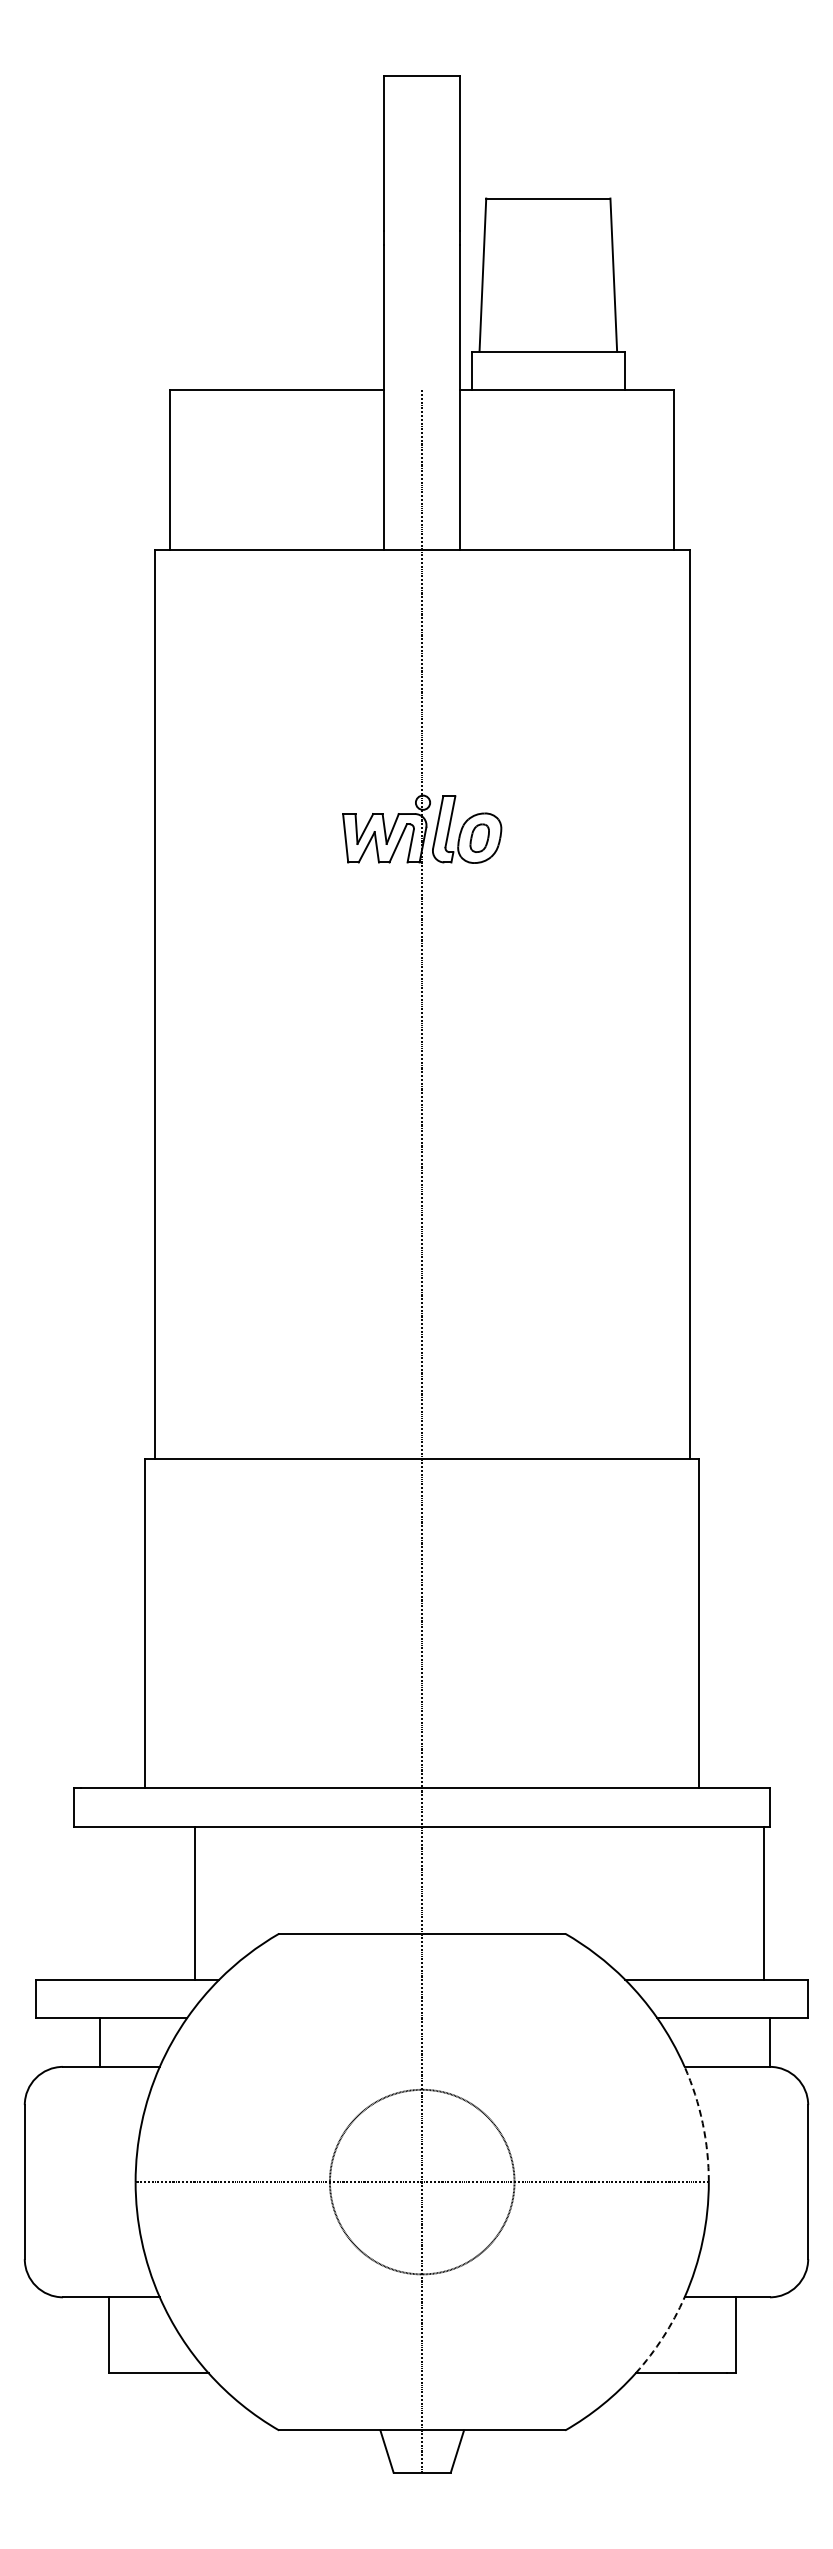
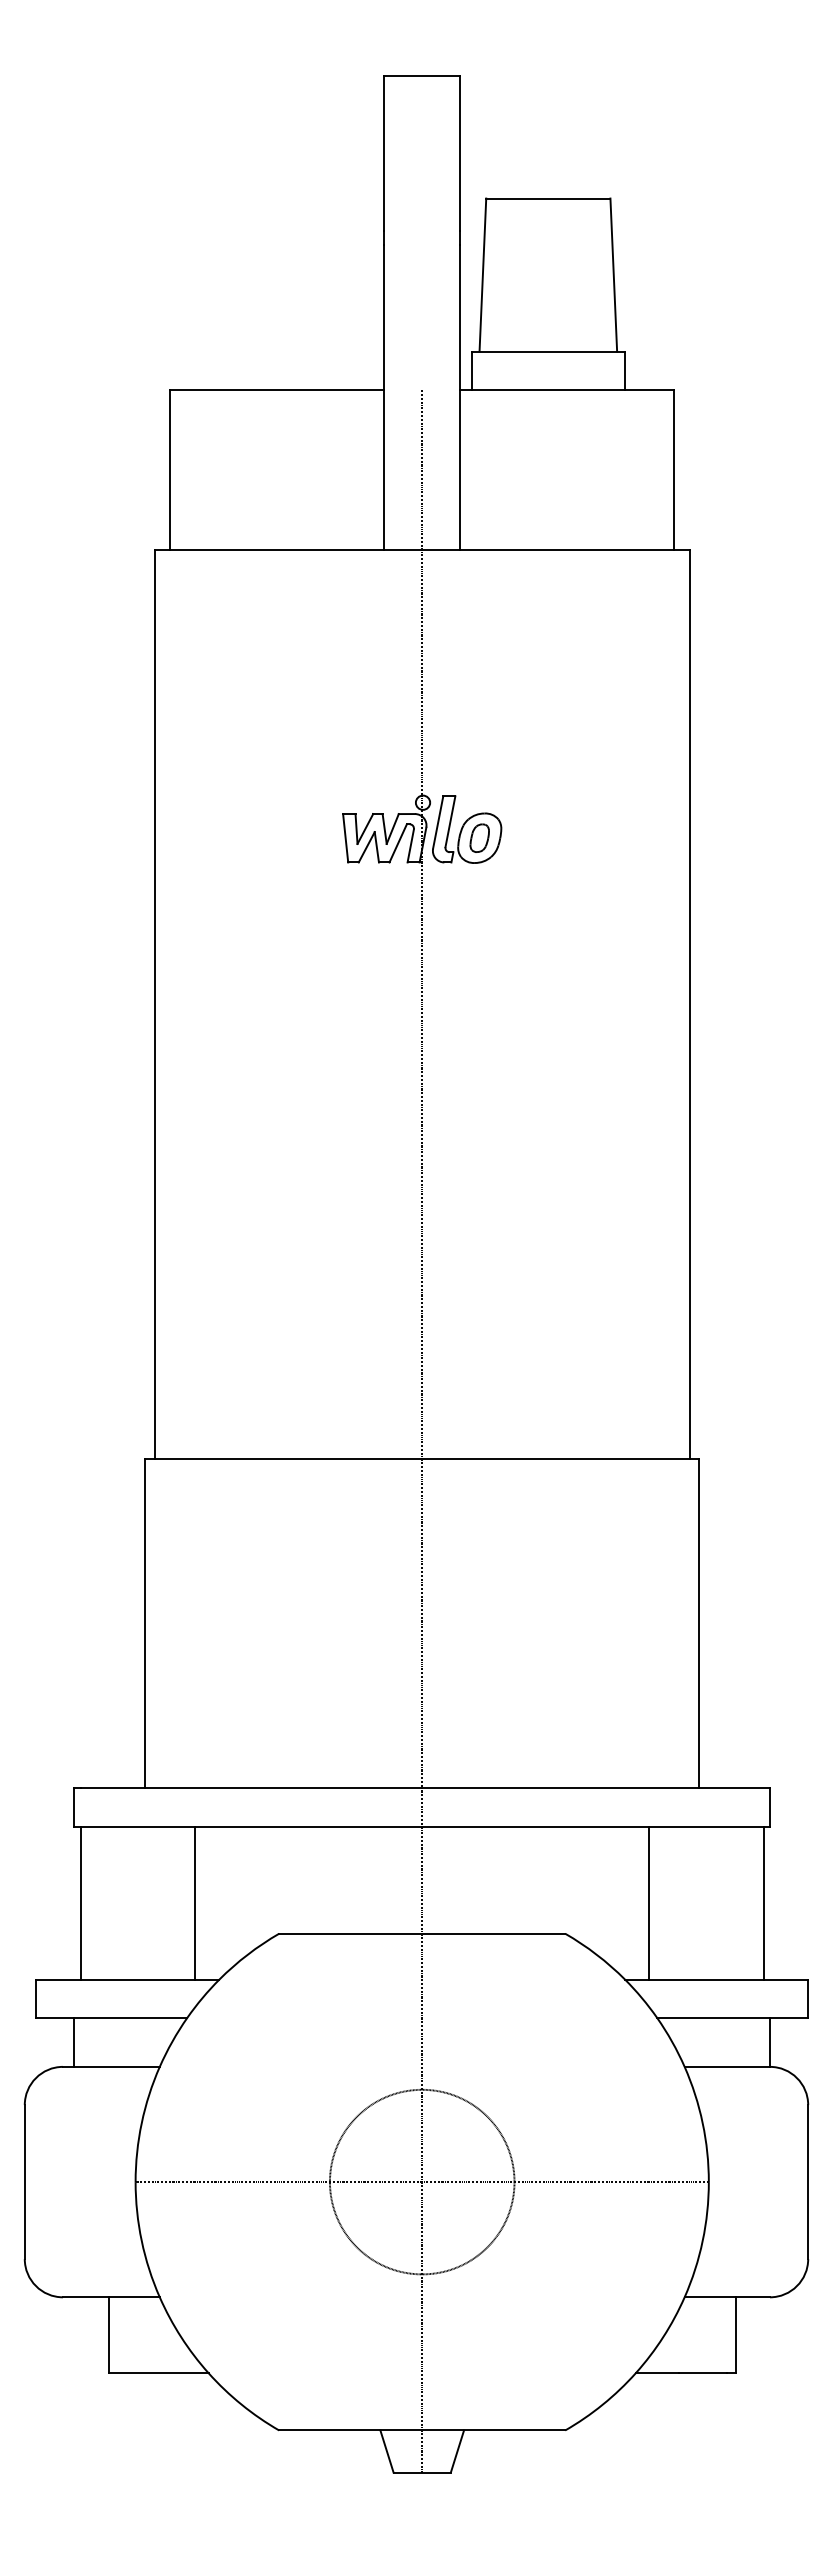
line at (80, 1902): none -> present
line at (649, 1902): none -> present
line at (100, 2042) position: (100, 2042) -> (74, 2042)
arc at (702, 2123): dashed -> solid
arc at (663, 2337): dashed -> solid
